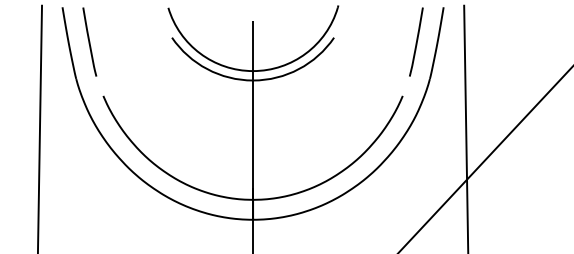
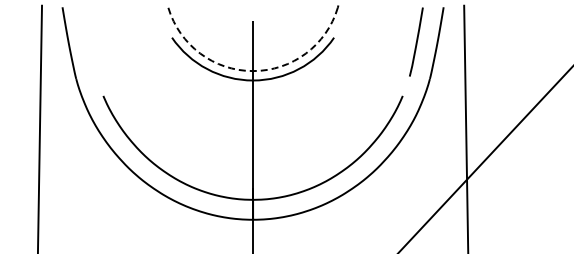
line at (89, 41): present -> none
arc at (253, 71): solid -> dashed
